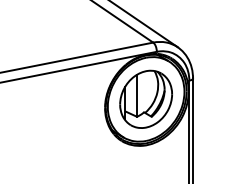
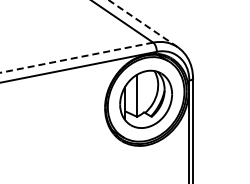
line at (143, 23): solid -> dashed
line at (76, 57): solid -> dashed
